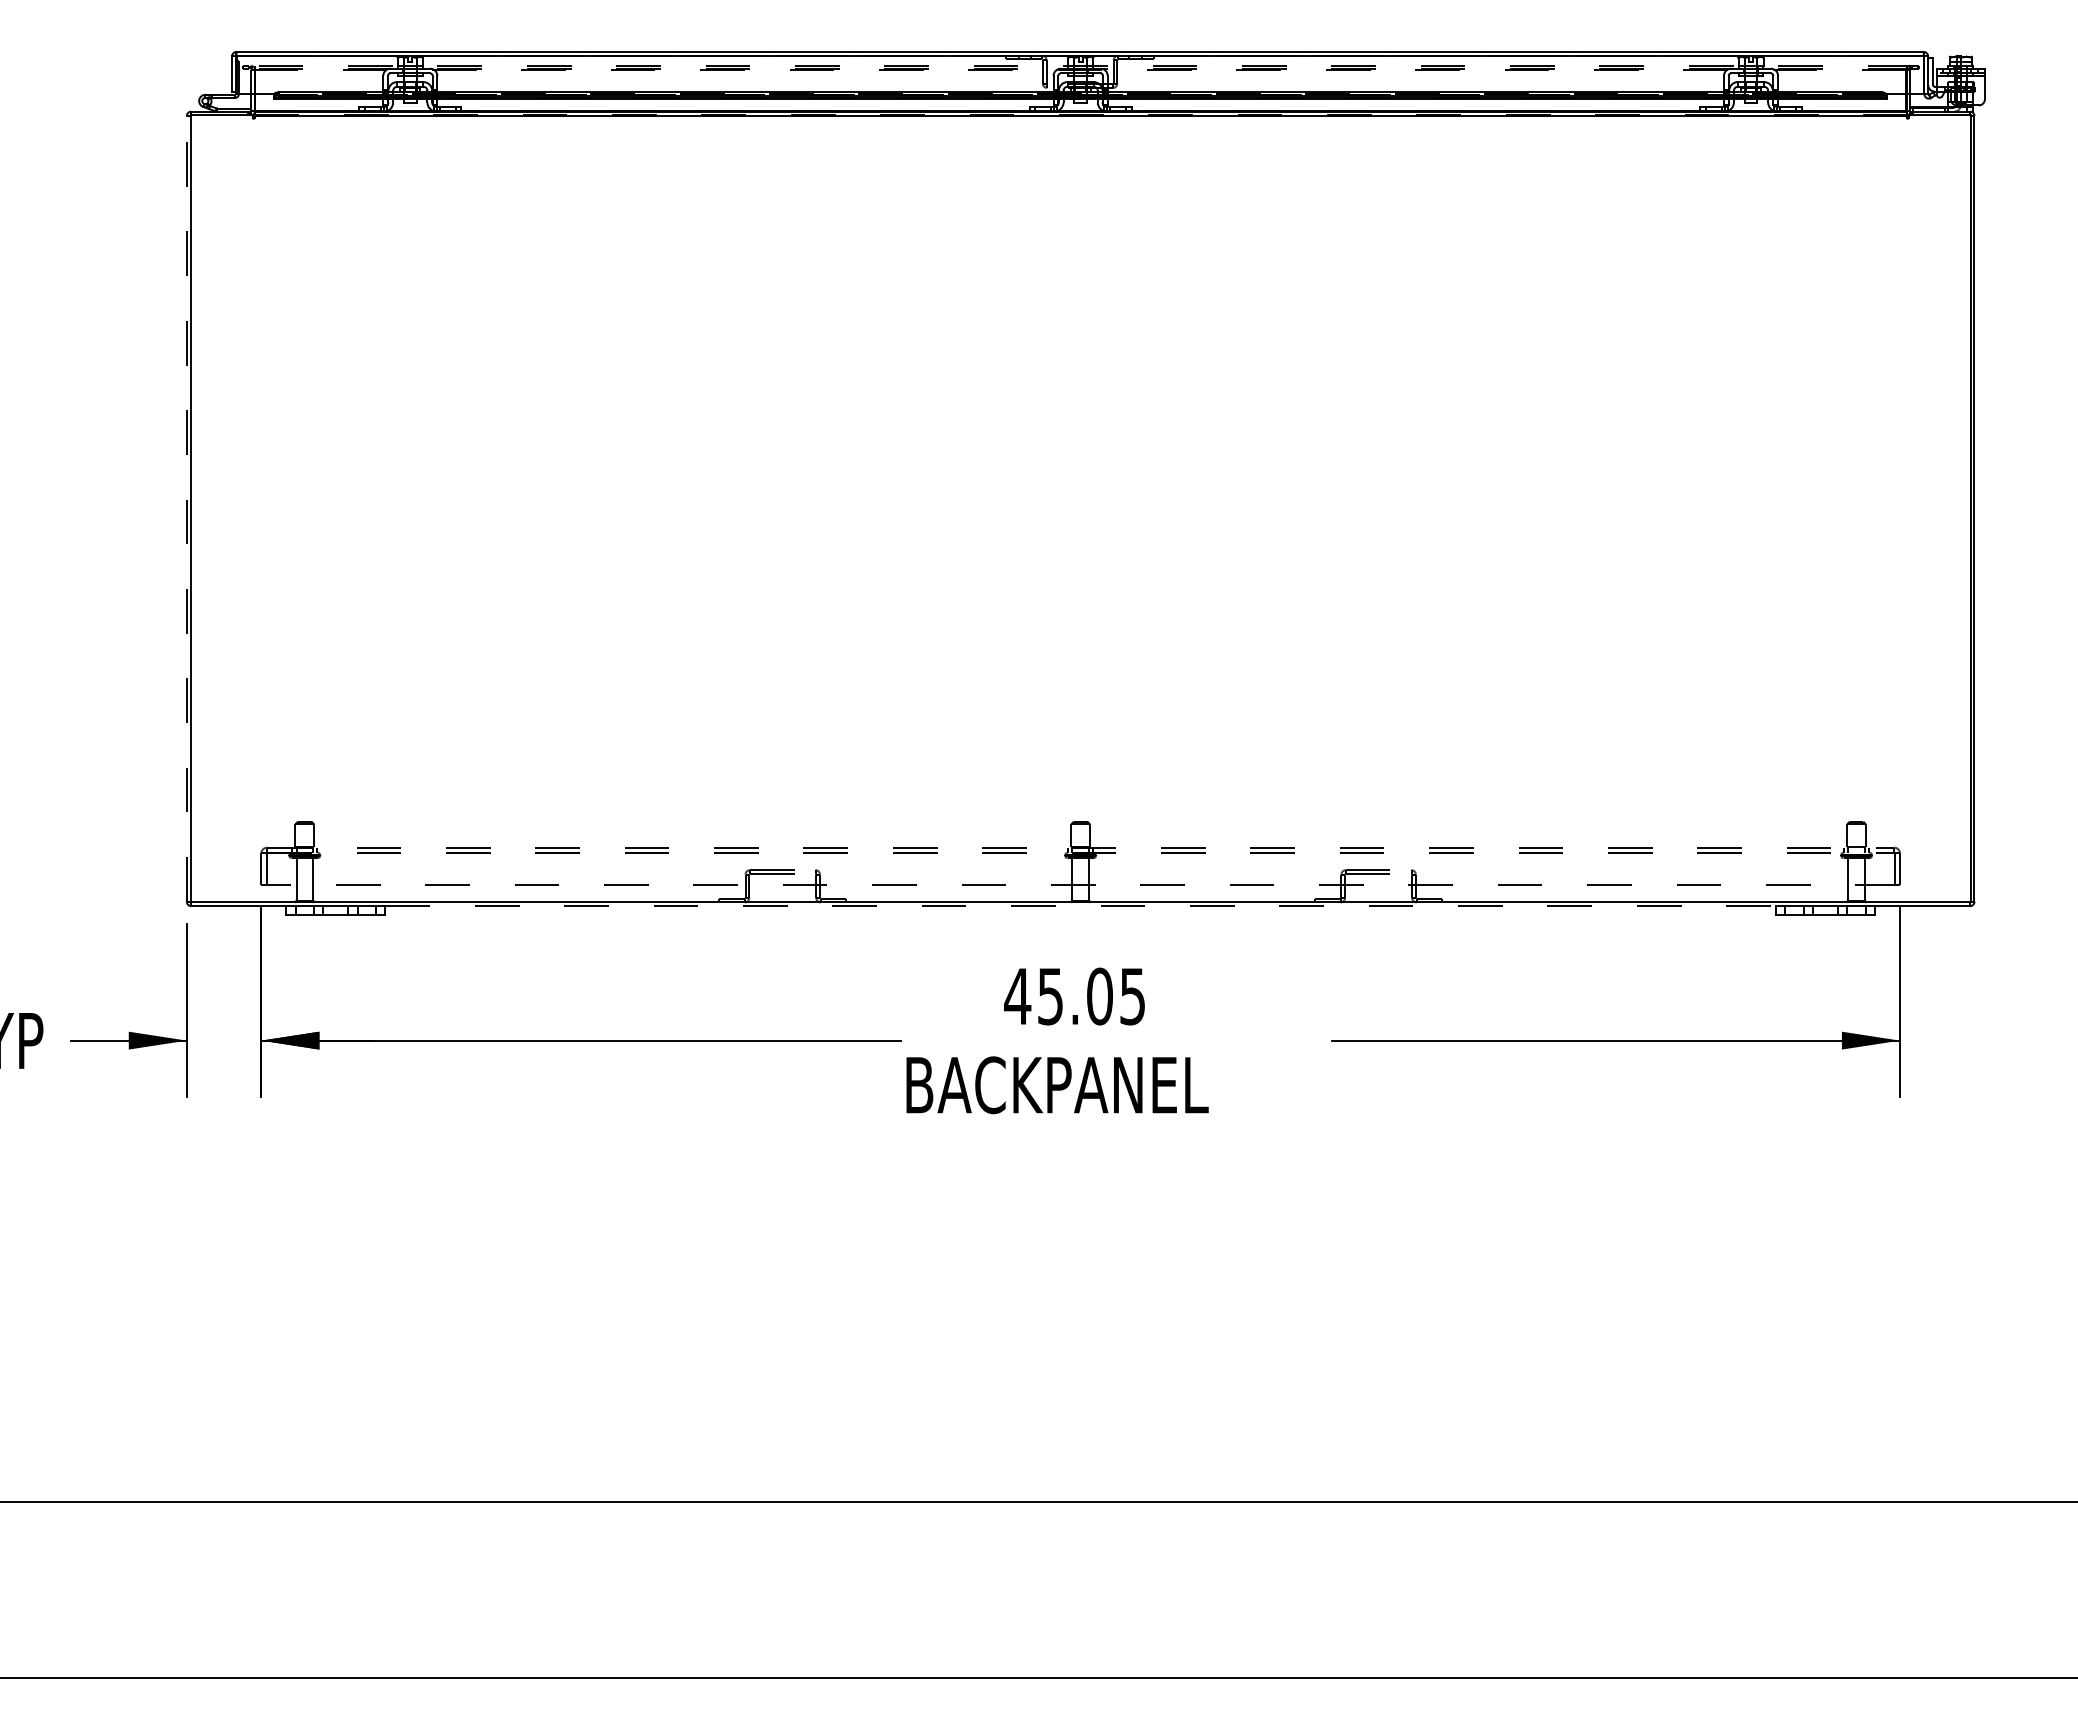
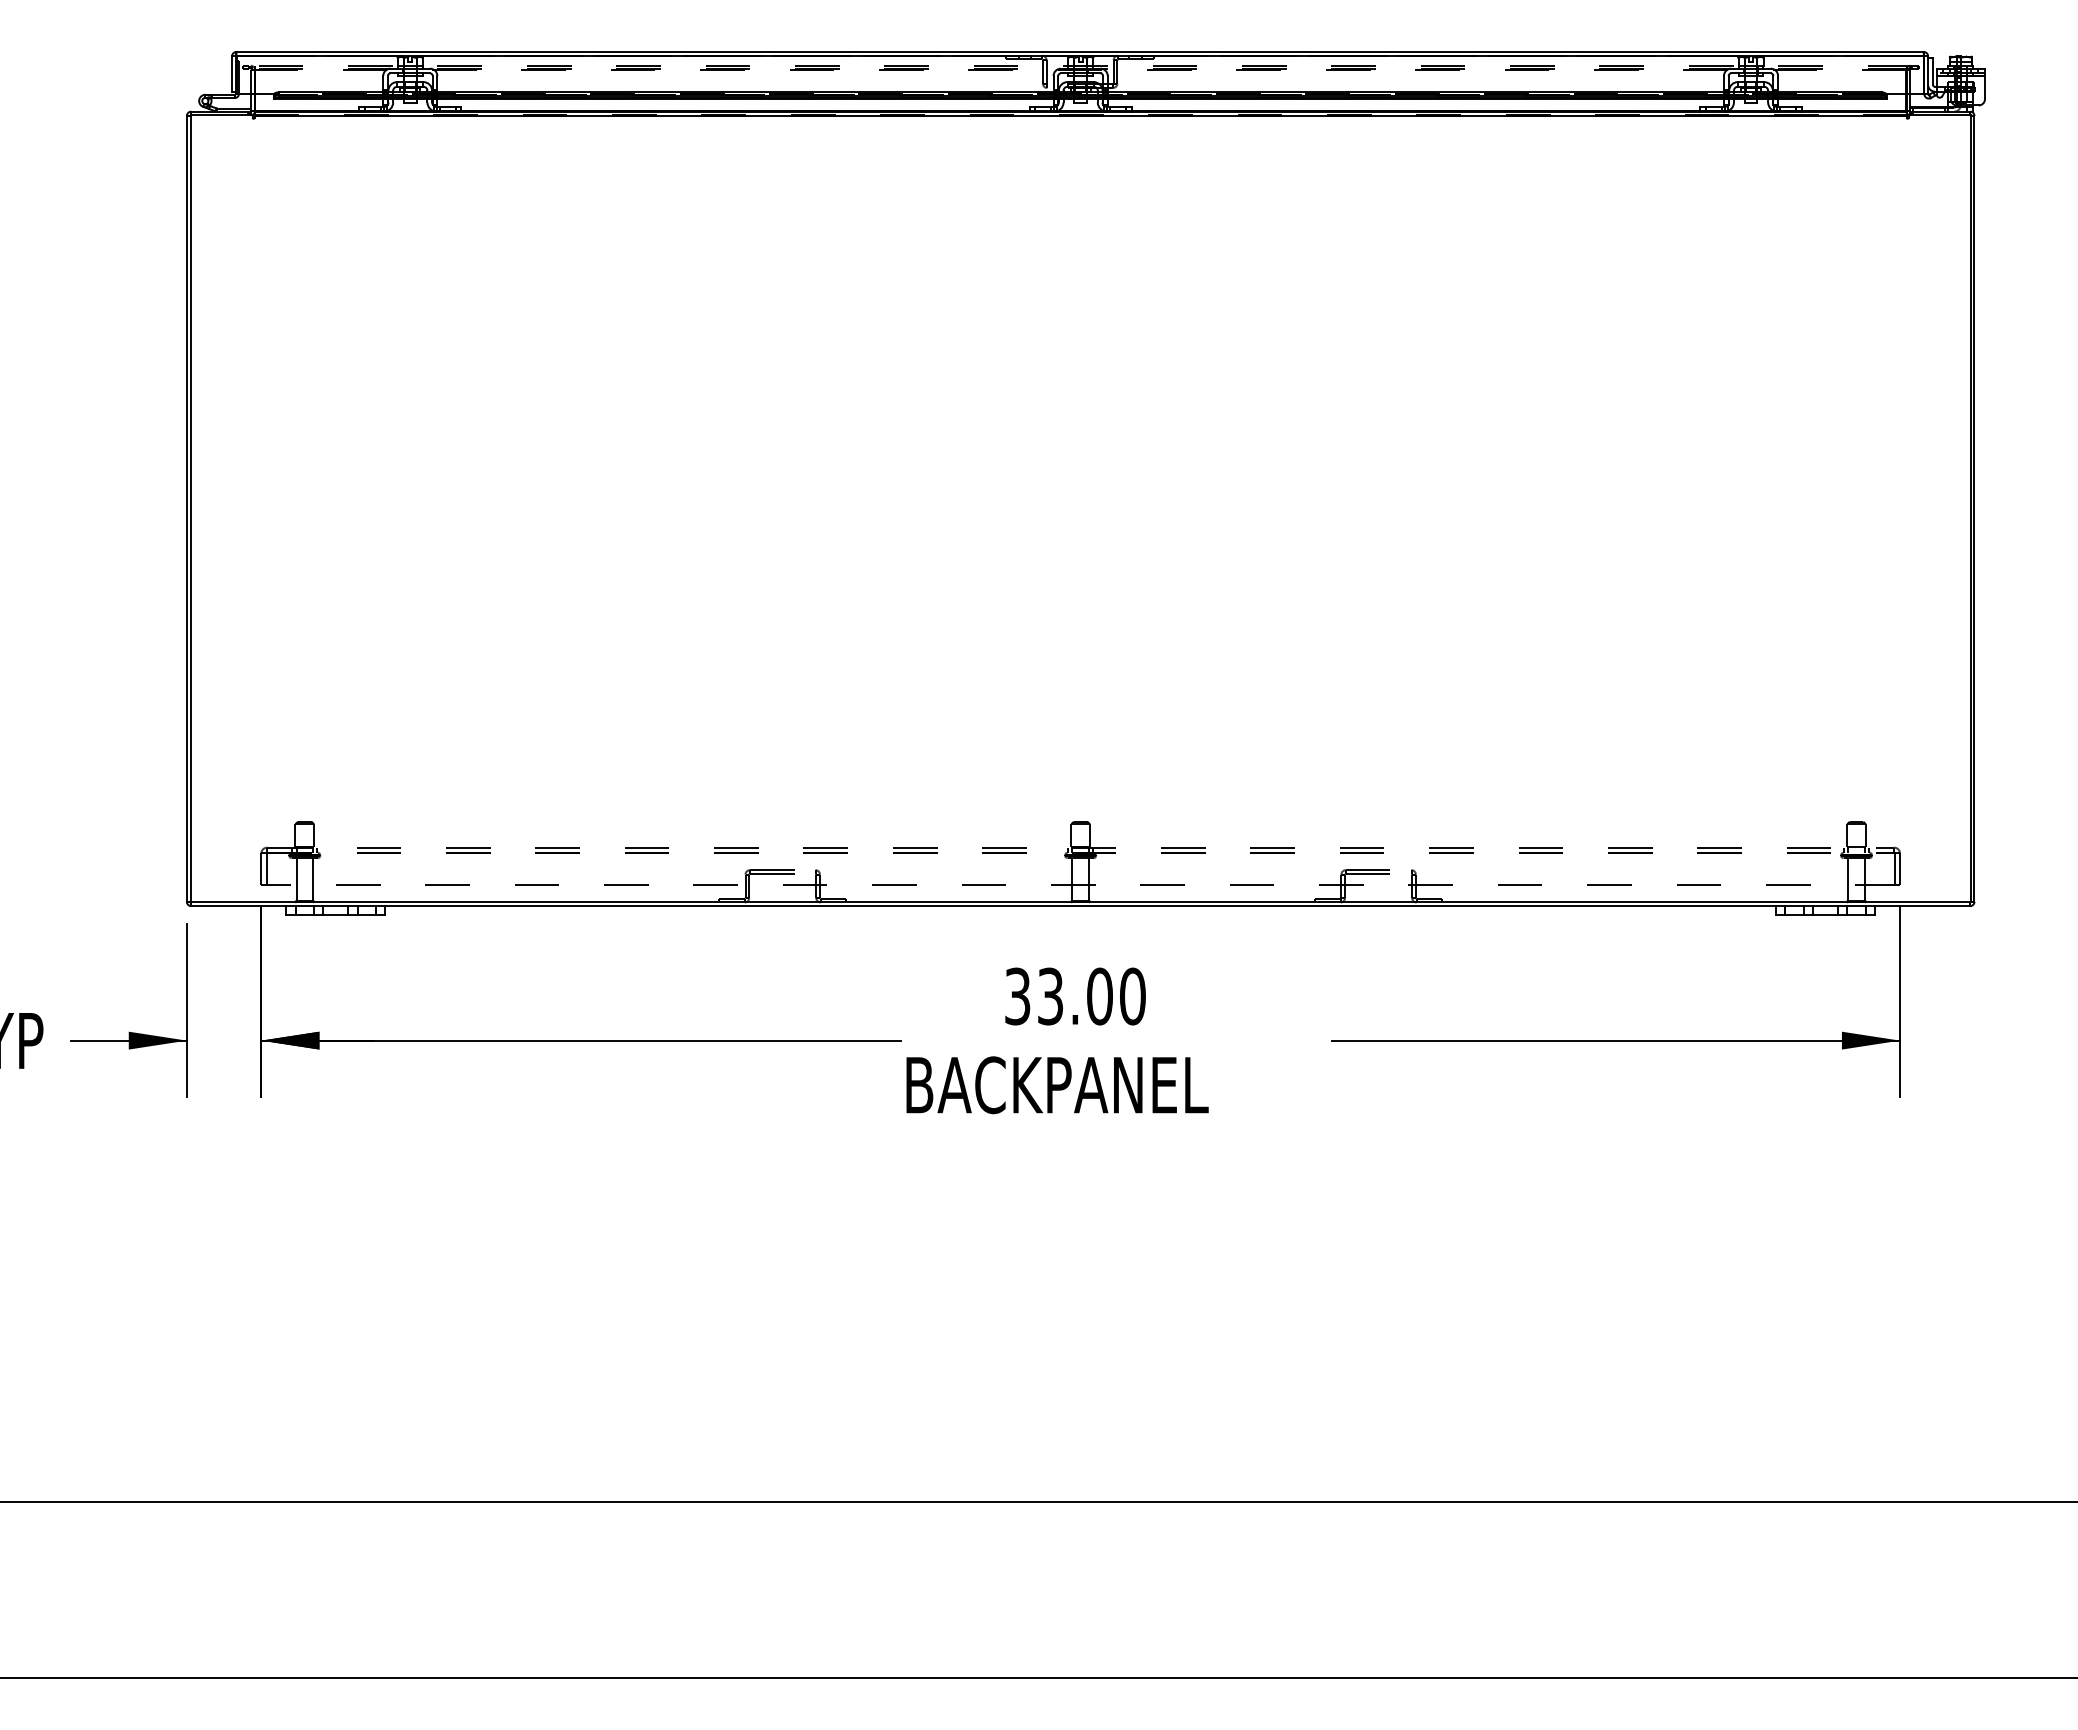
line at (186, 508): dashed -> solid
line at (1081, 906): dashed -> solid
text at (1074, 996): 45.05 -> 33.00
